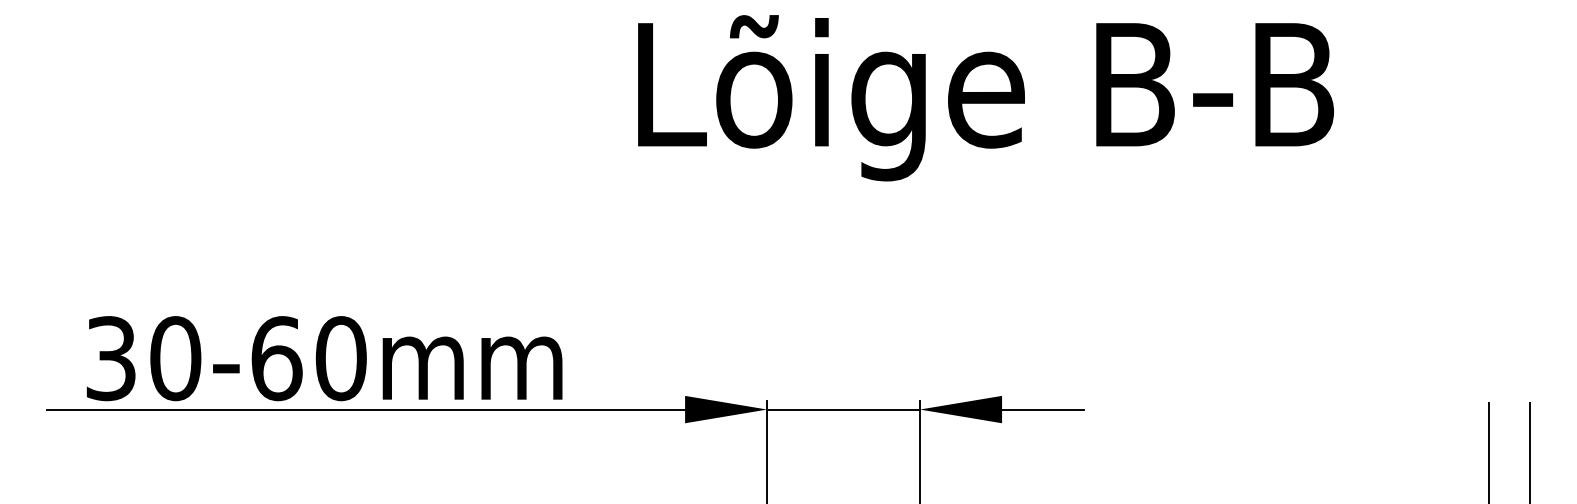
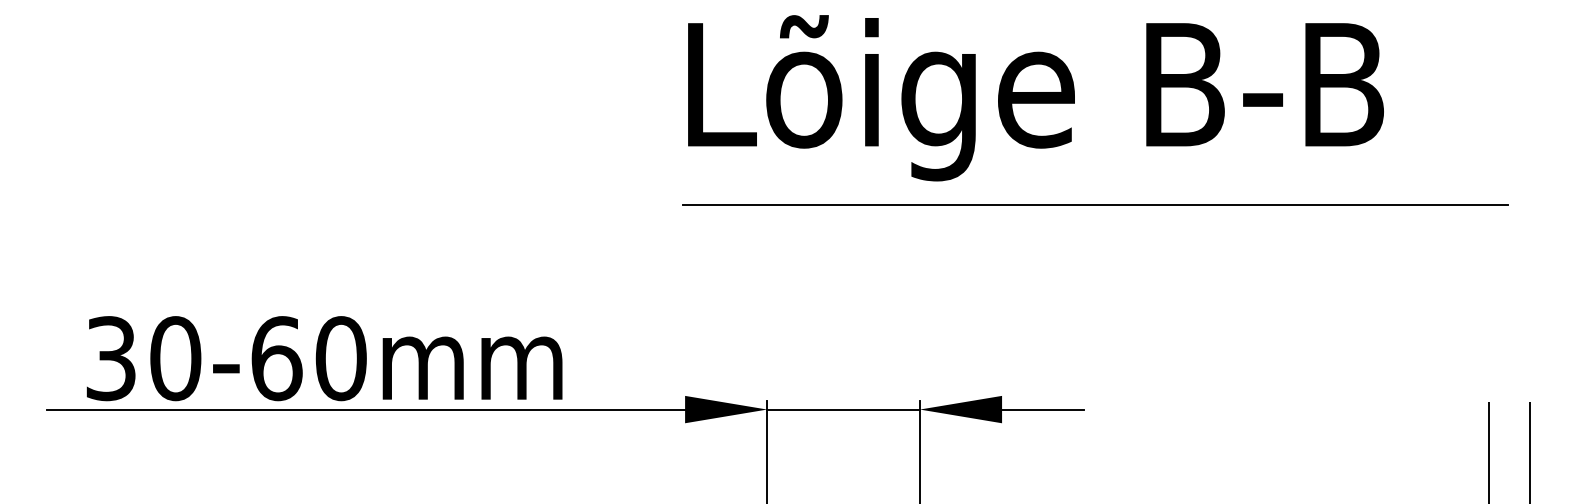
text at (985, 98) position: (985, 98) -> (1035, 98)
line at (1095, 205): none -> present
